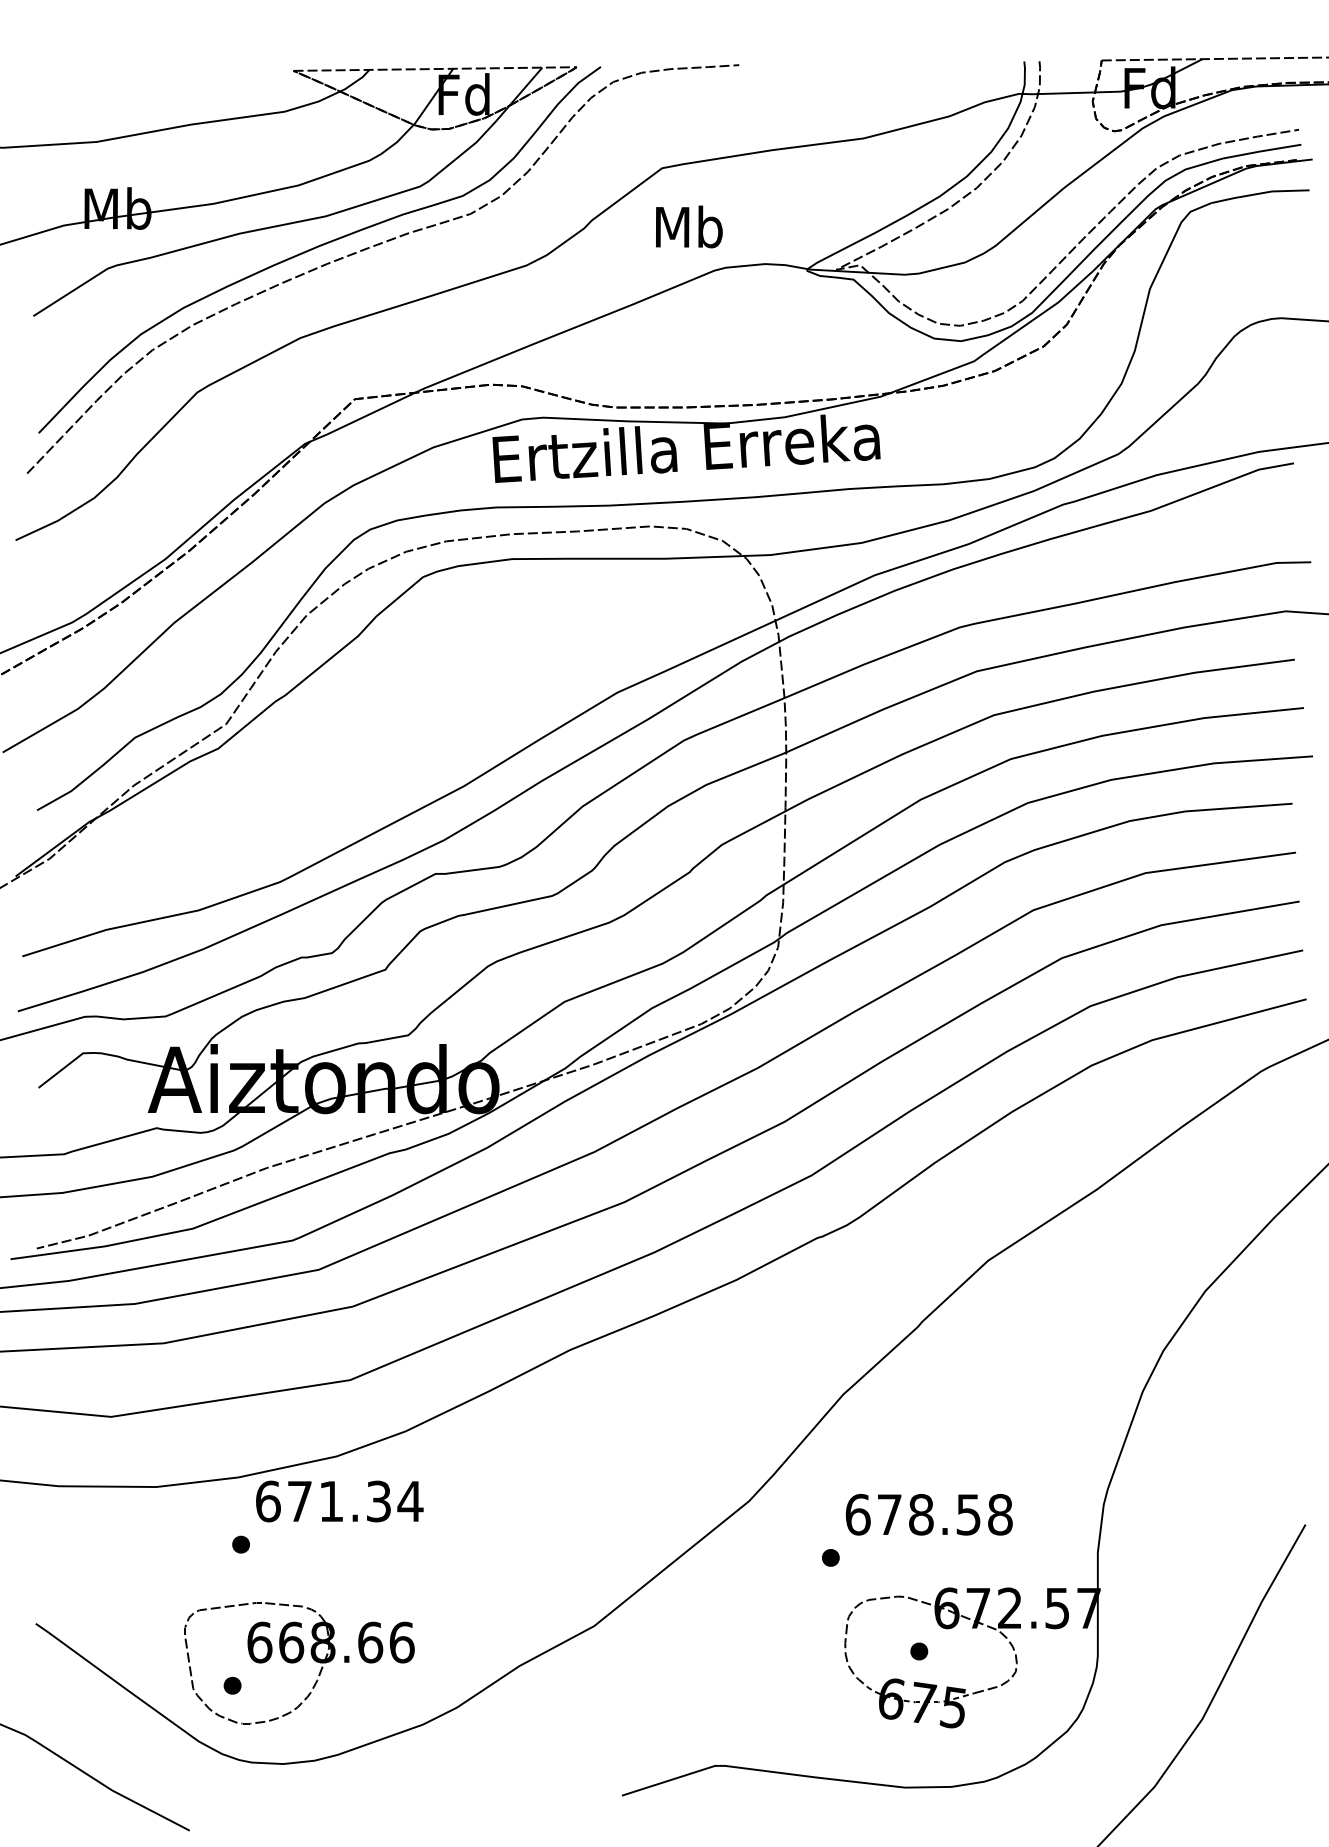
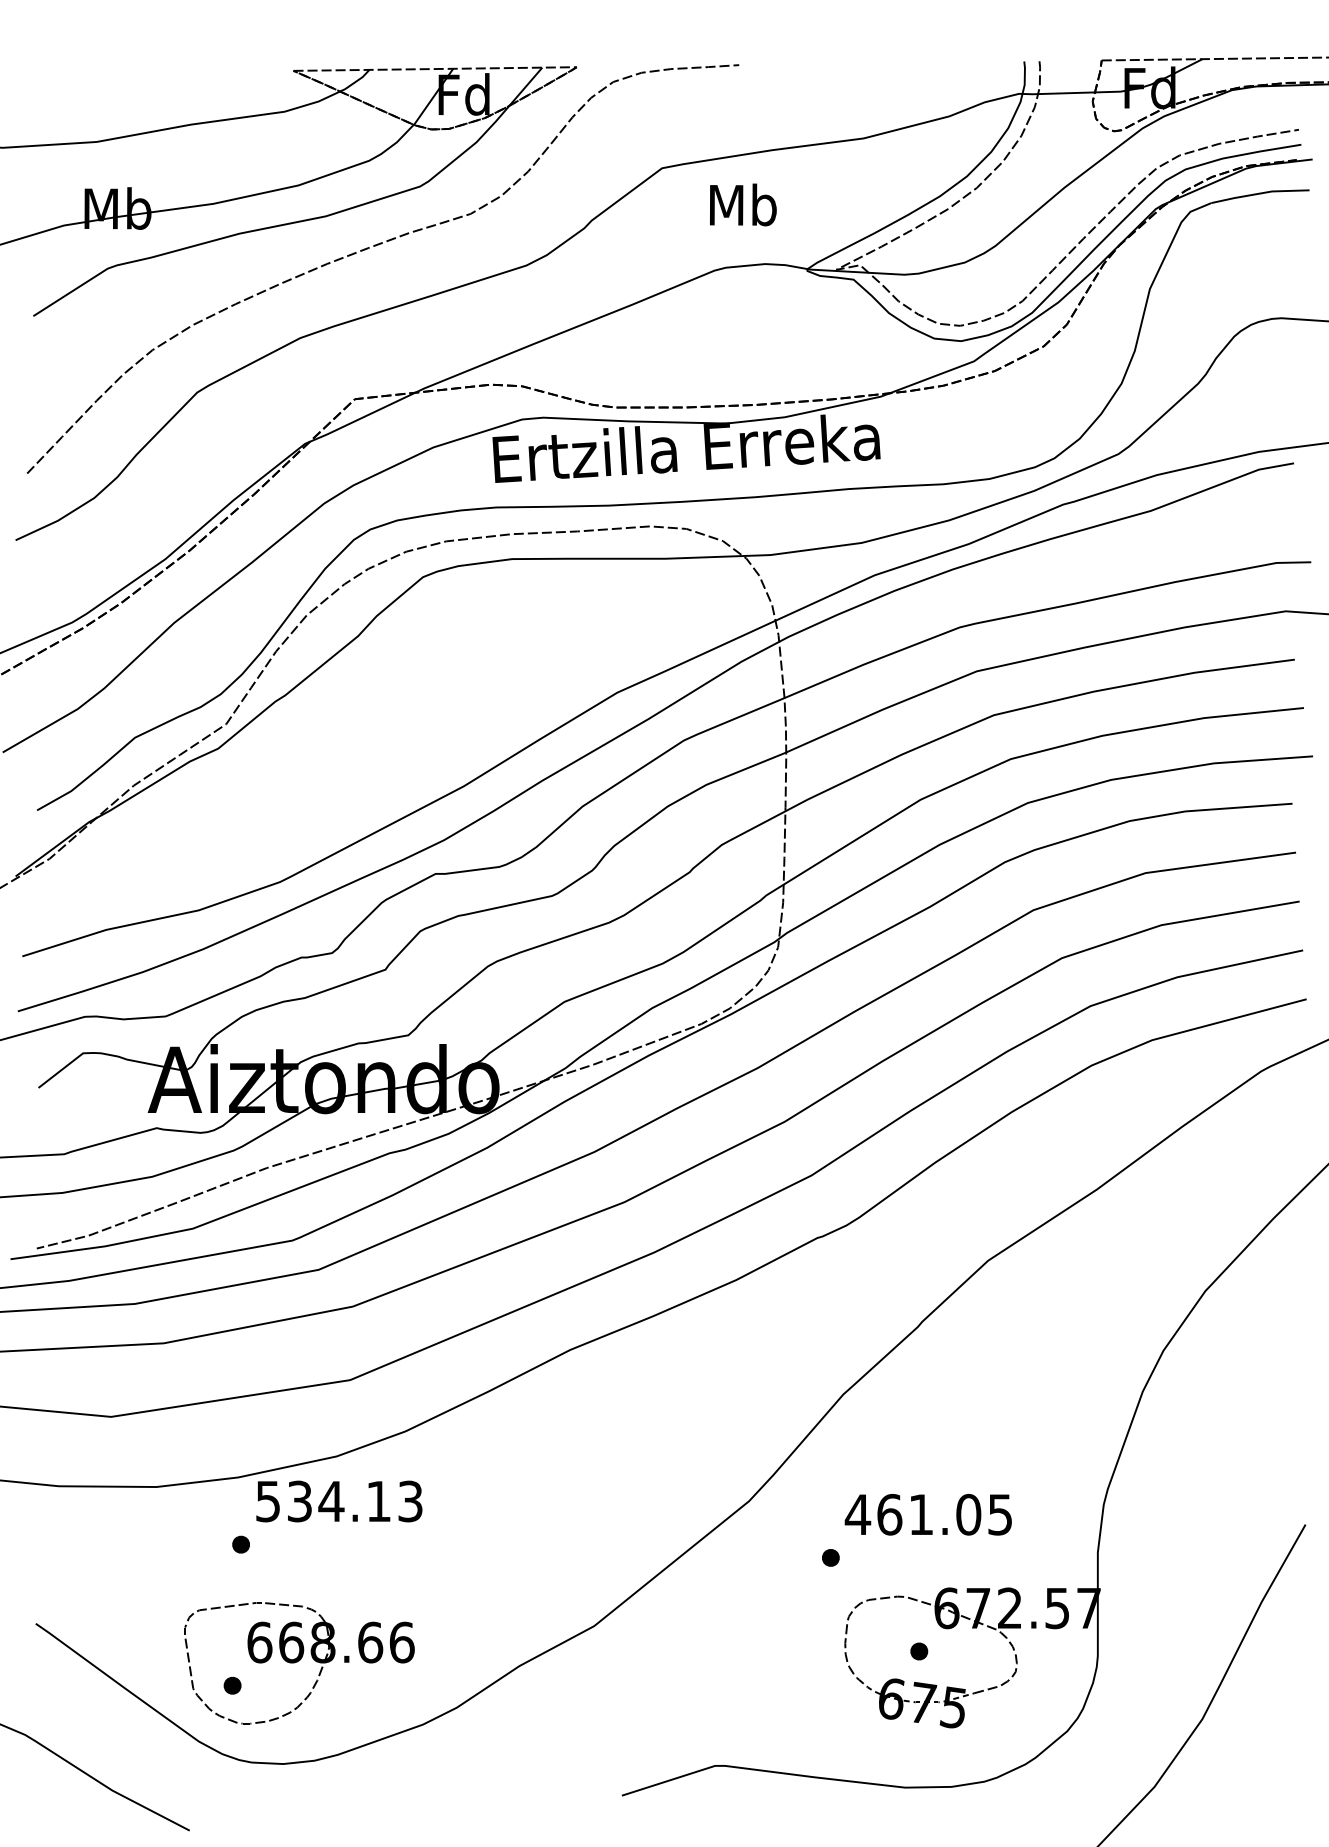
text at (689, 226) position: (689, 226) -> (743, 204)
curve at (318, 247): present -> none
text at (339, 1501): 671.34 -> 534.13
text at (928, 1514): 678.58 -> 461.05
